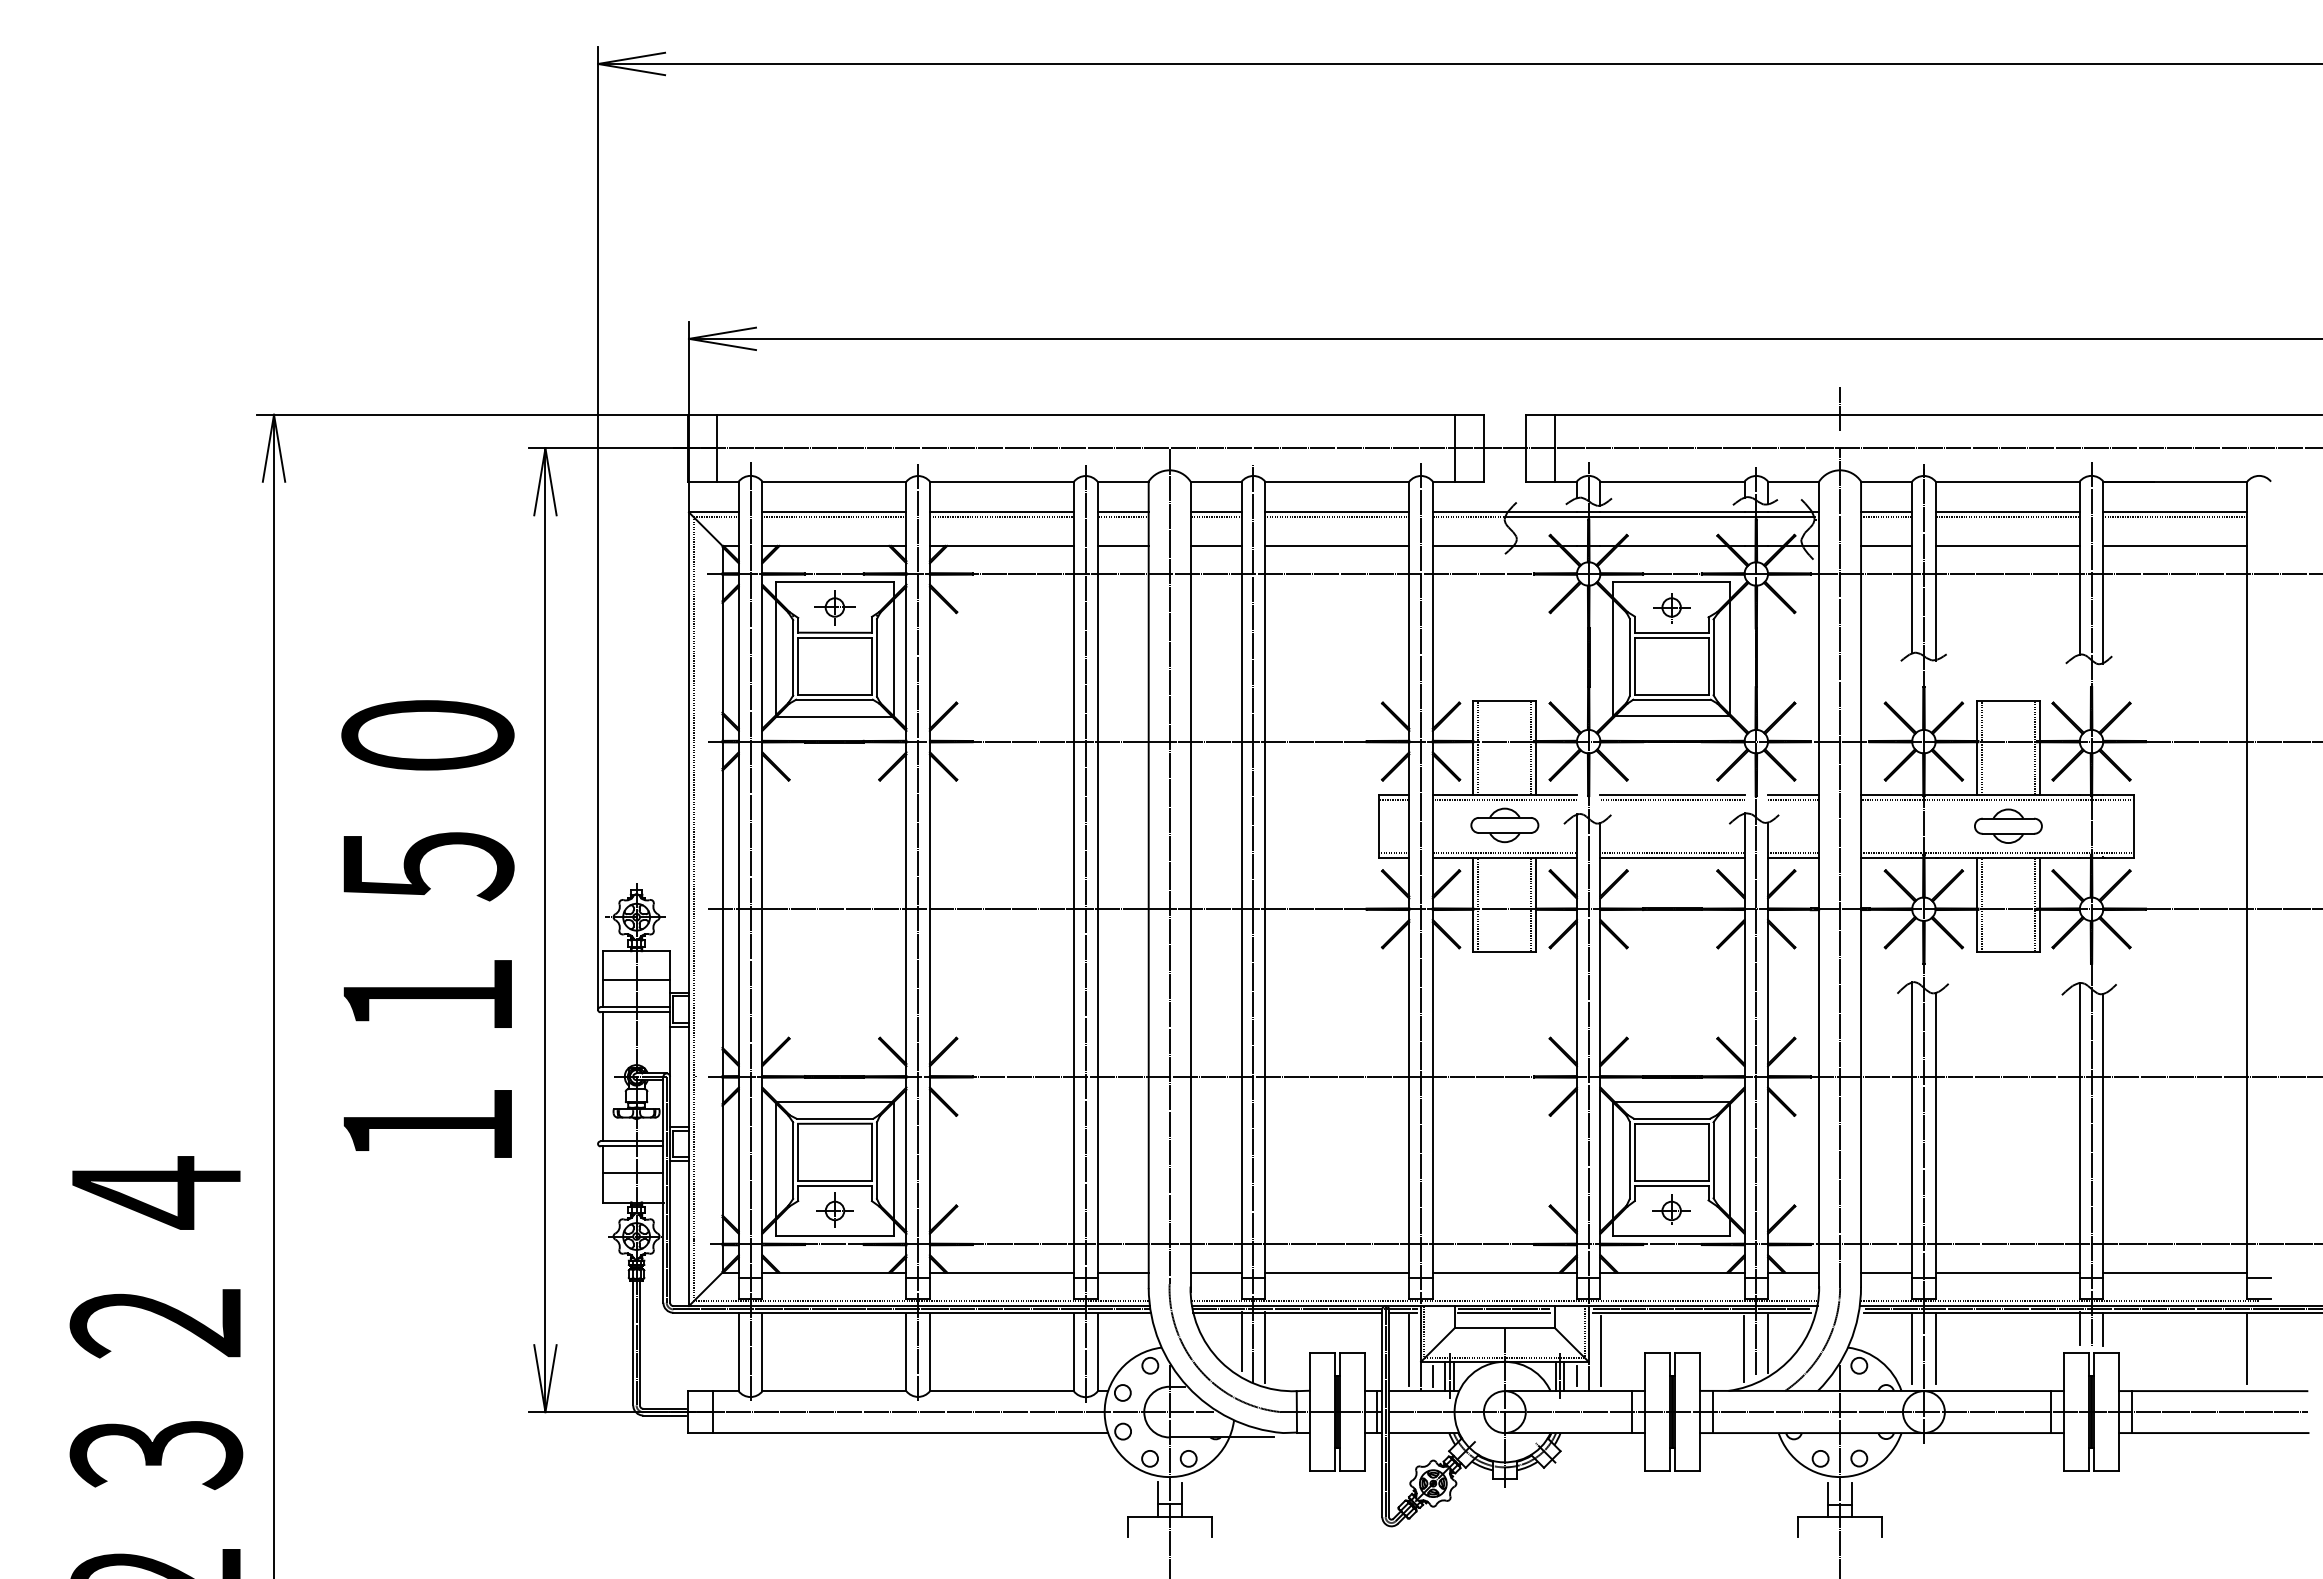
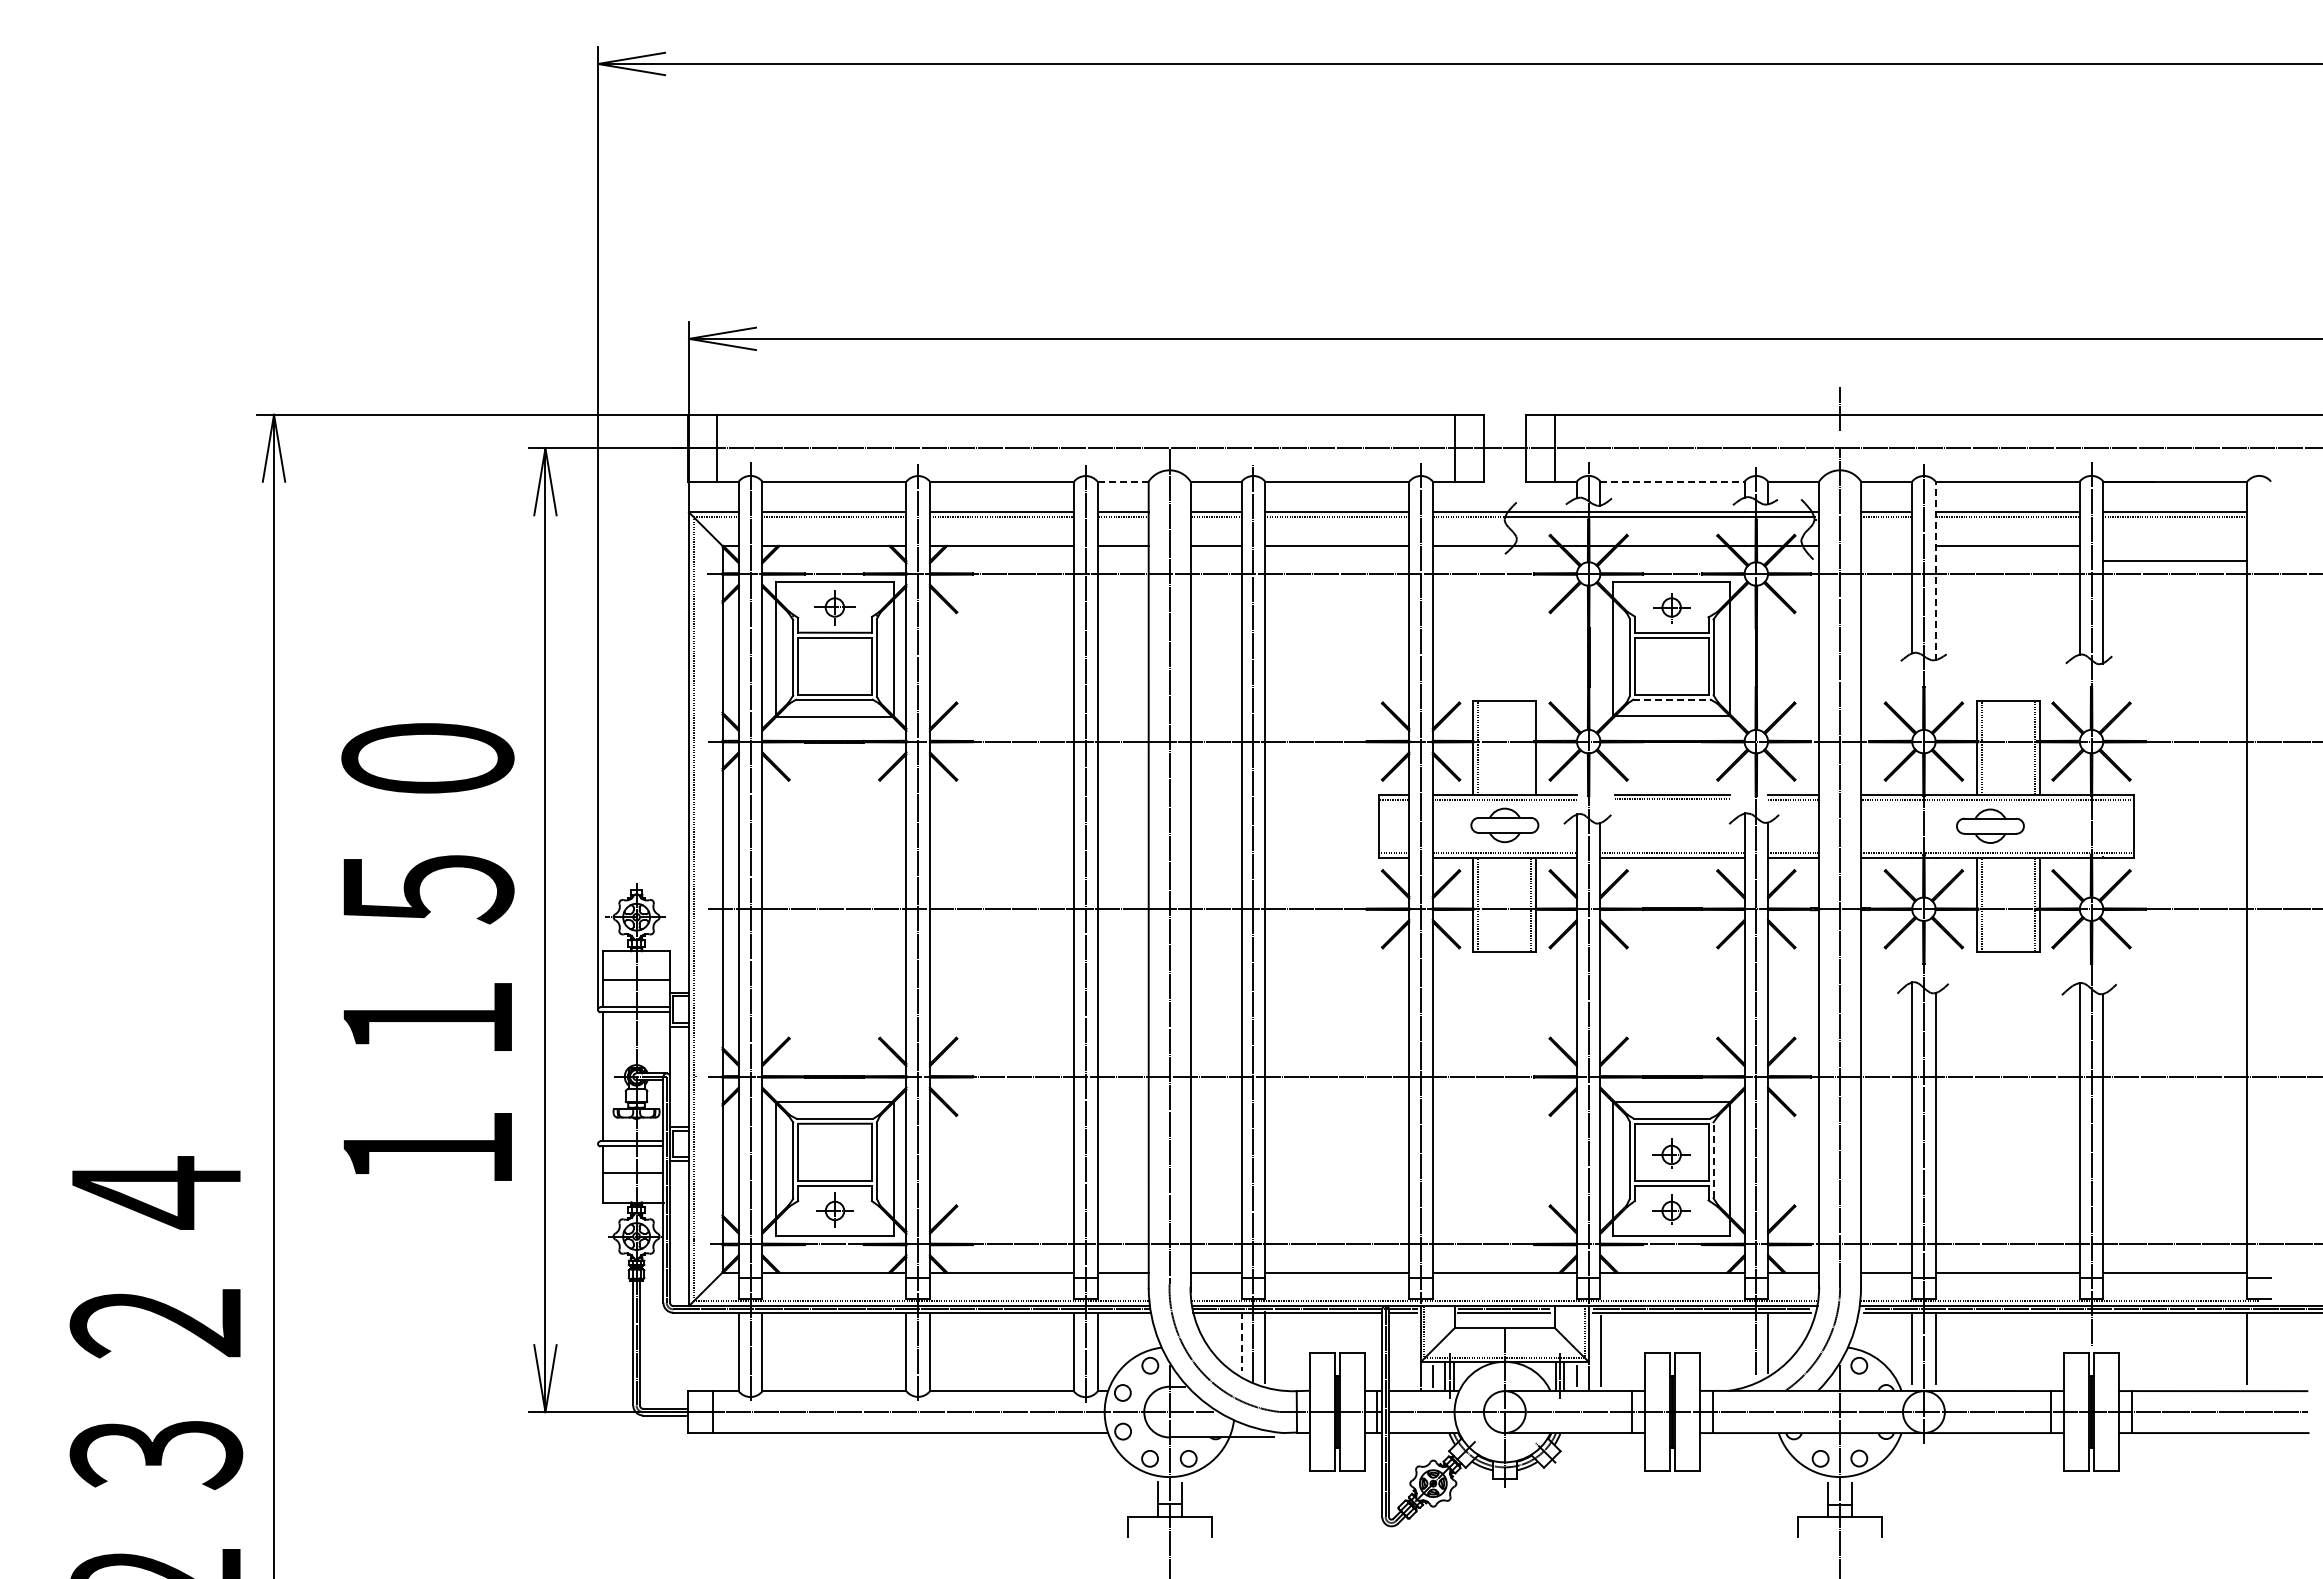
line at (1123, 481): solid -> dashed
line at (1672, 481): solid -> dashed
line at (1886, 545): present -> none
line at (2175, 545) position: (2175, 545) -> (2175, 560)
line at (1935, 570): solid -> dashed
line at (1672, 699): solid -> dashed
line at (1531, 747): present -> none
part at (1672, 797) size: 147x7 px -> 117x6 px
part at (2008, 825) position: (2008, 825) -> (1990, 825)
text at (427, 928) position: (427, 928) -> (427, 951)
part at (1671, 1153): none -> present
line at (1713, 1160): solid -> dashed
line at (2079, 1328): present -> none
line at (2103, 1329): present -> none
line at (1241, 1341): solid -> dashed
line at (1744, 1349): present -> none
line at (1409, 1350): present -> none
